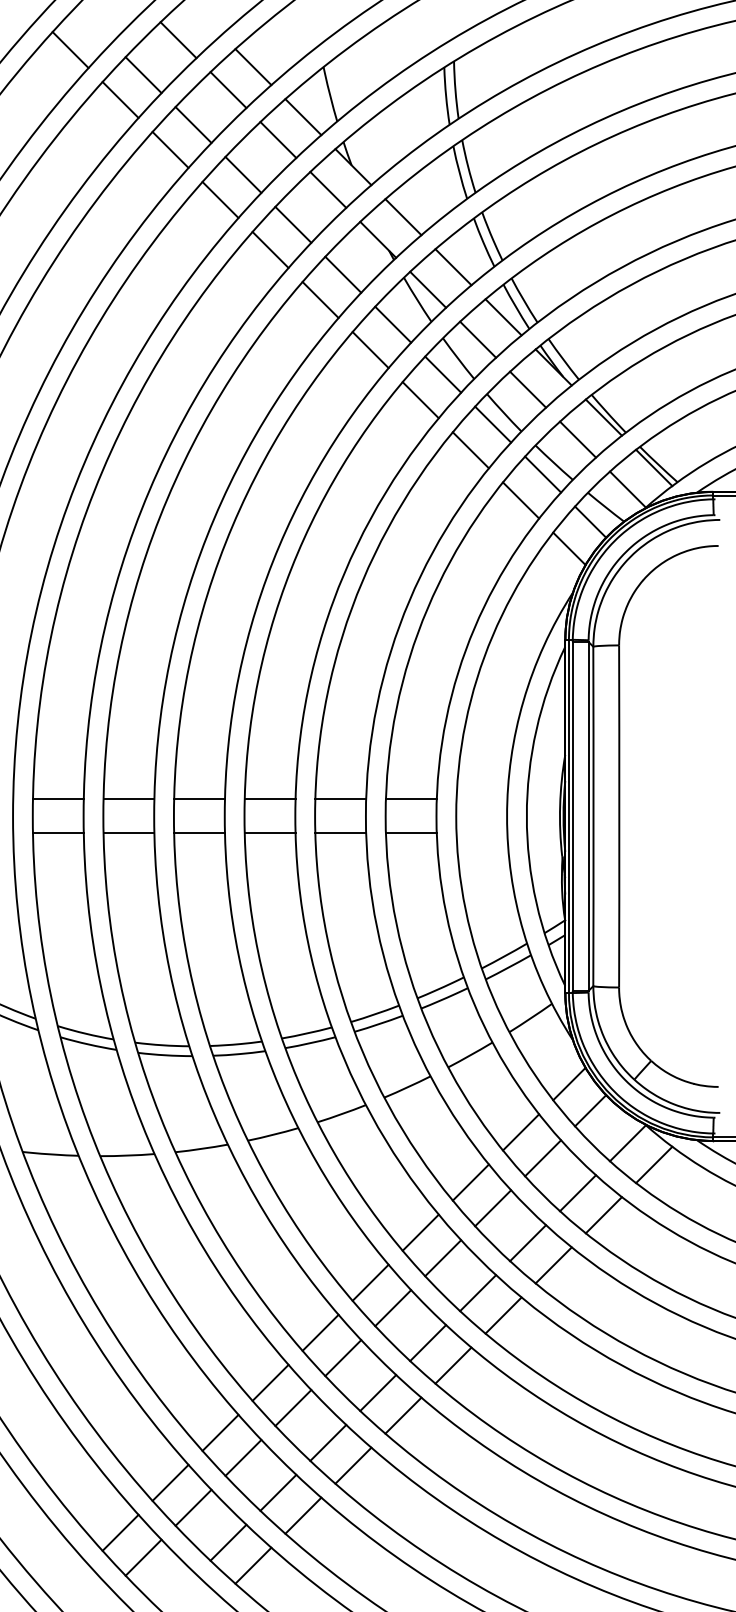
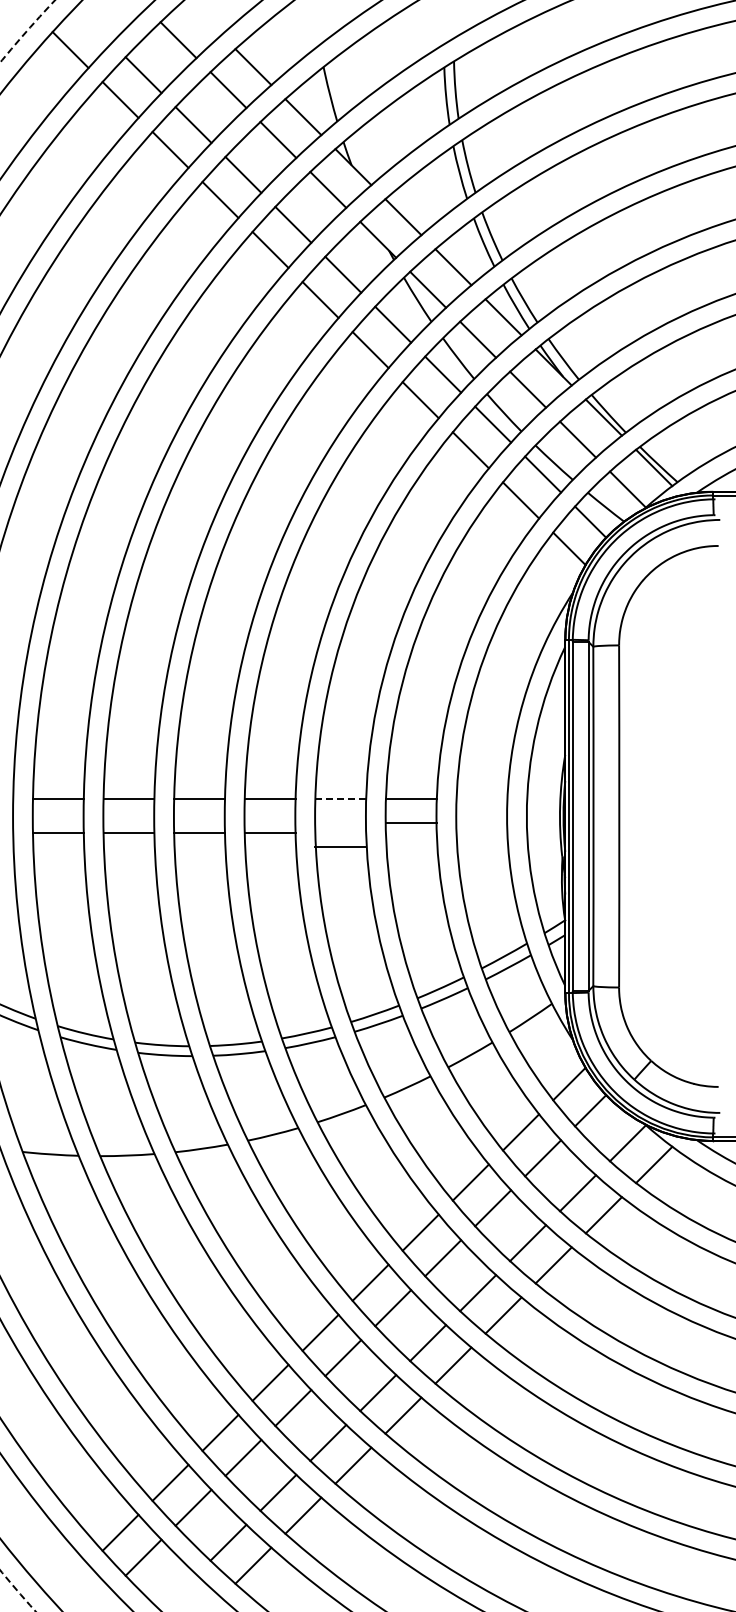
line at (341, 799): solid -> dashed
circle at (27, 805): solid -> dashed
line at (340, 833) position: (340, 833) -> (340, 847)
line at (410, 833) position: (410, 833) -> (410, 823)
